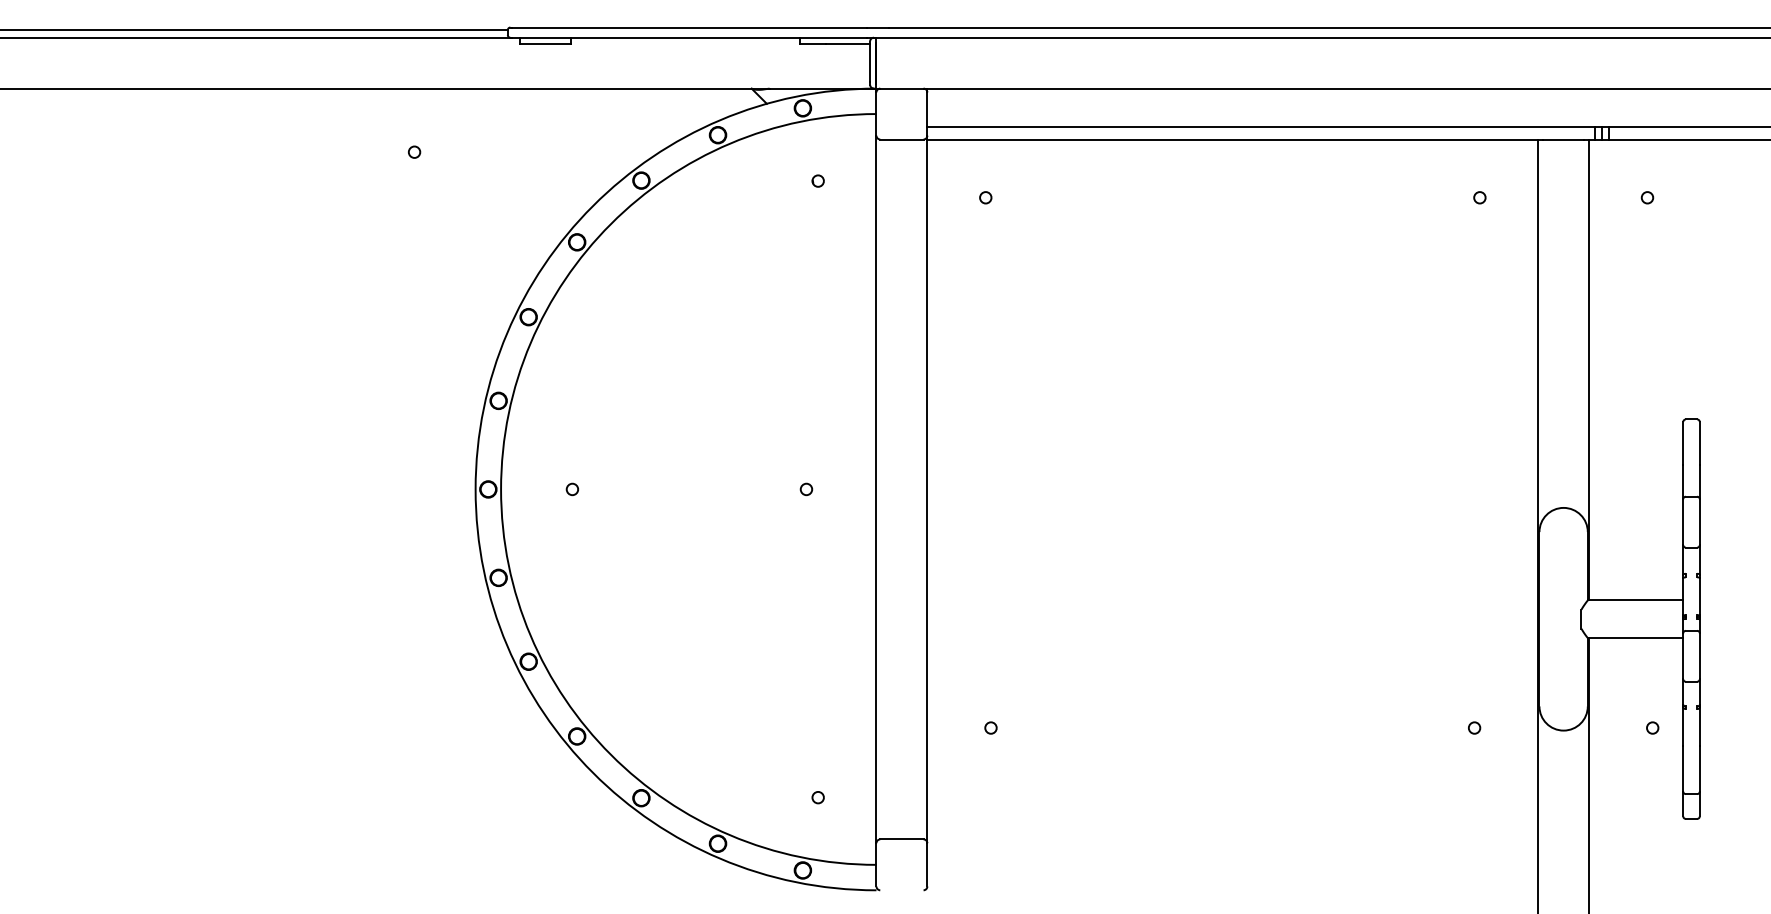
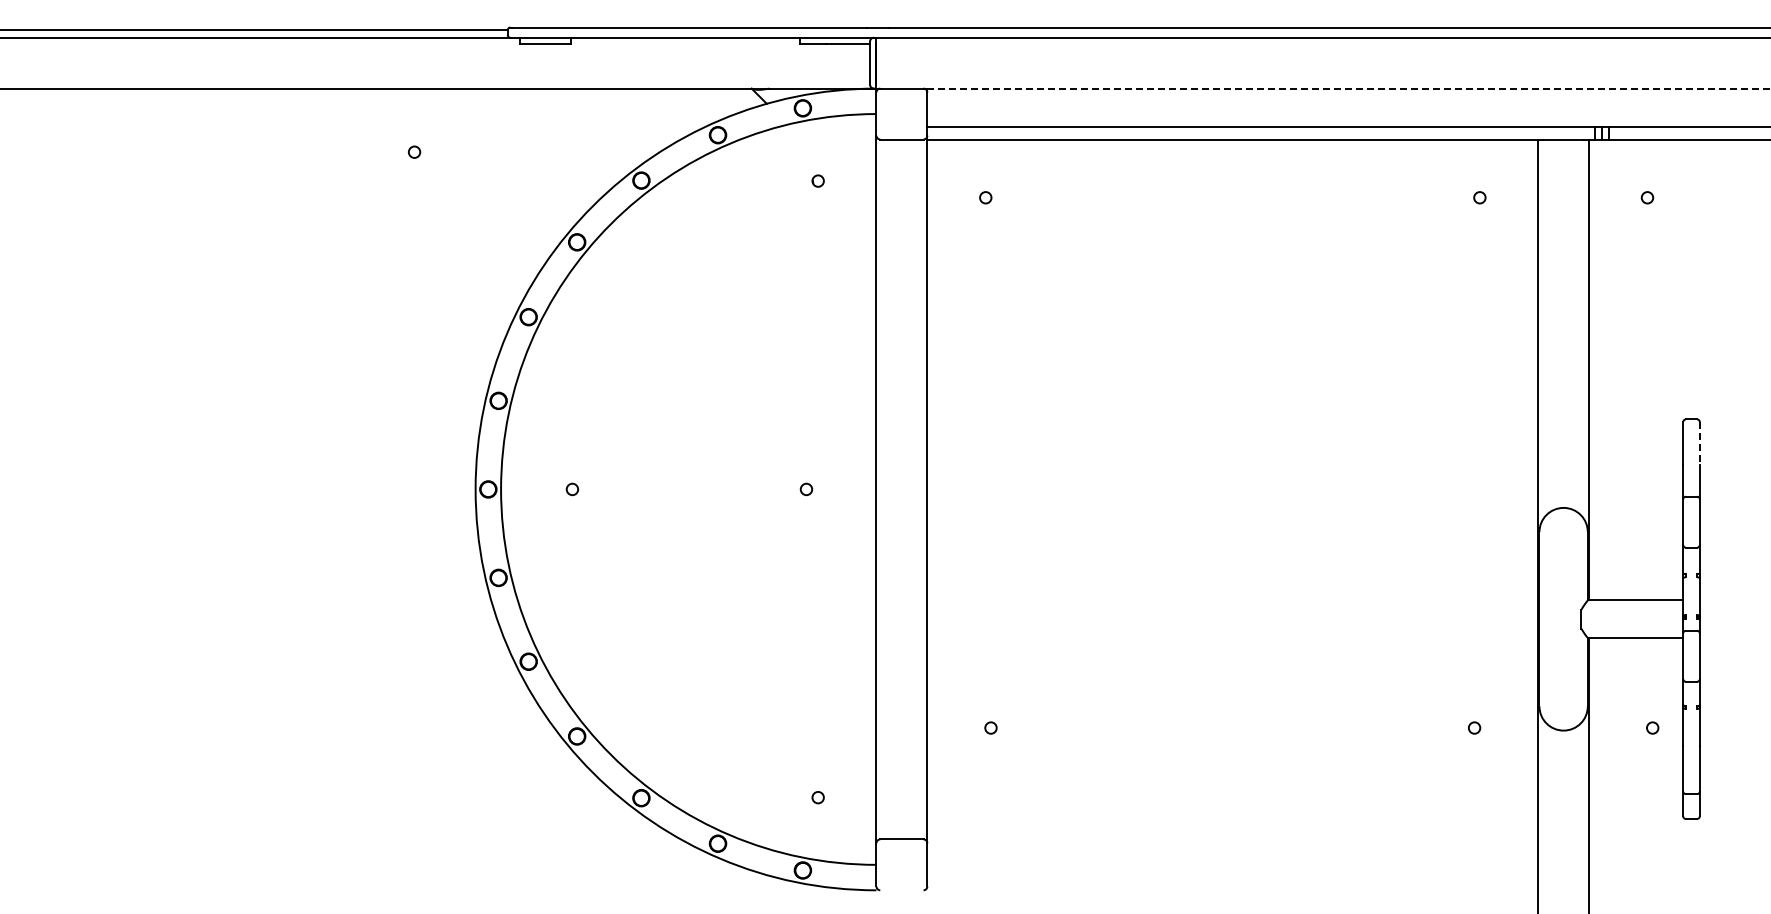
line at (1349, 88): solid -> dashed
line at (1699, 443): solid -> dashed
